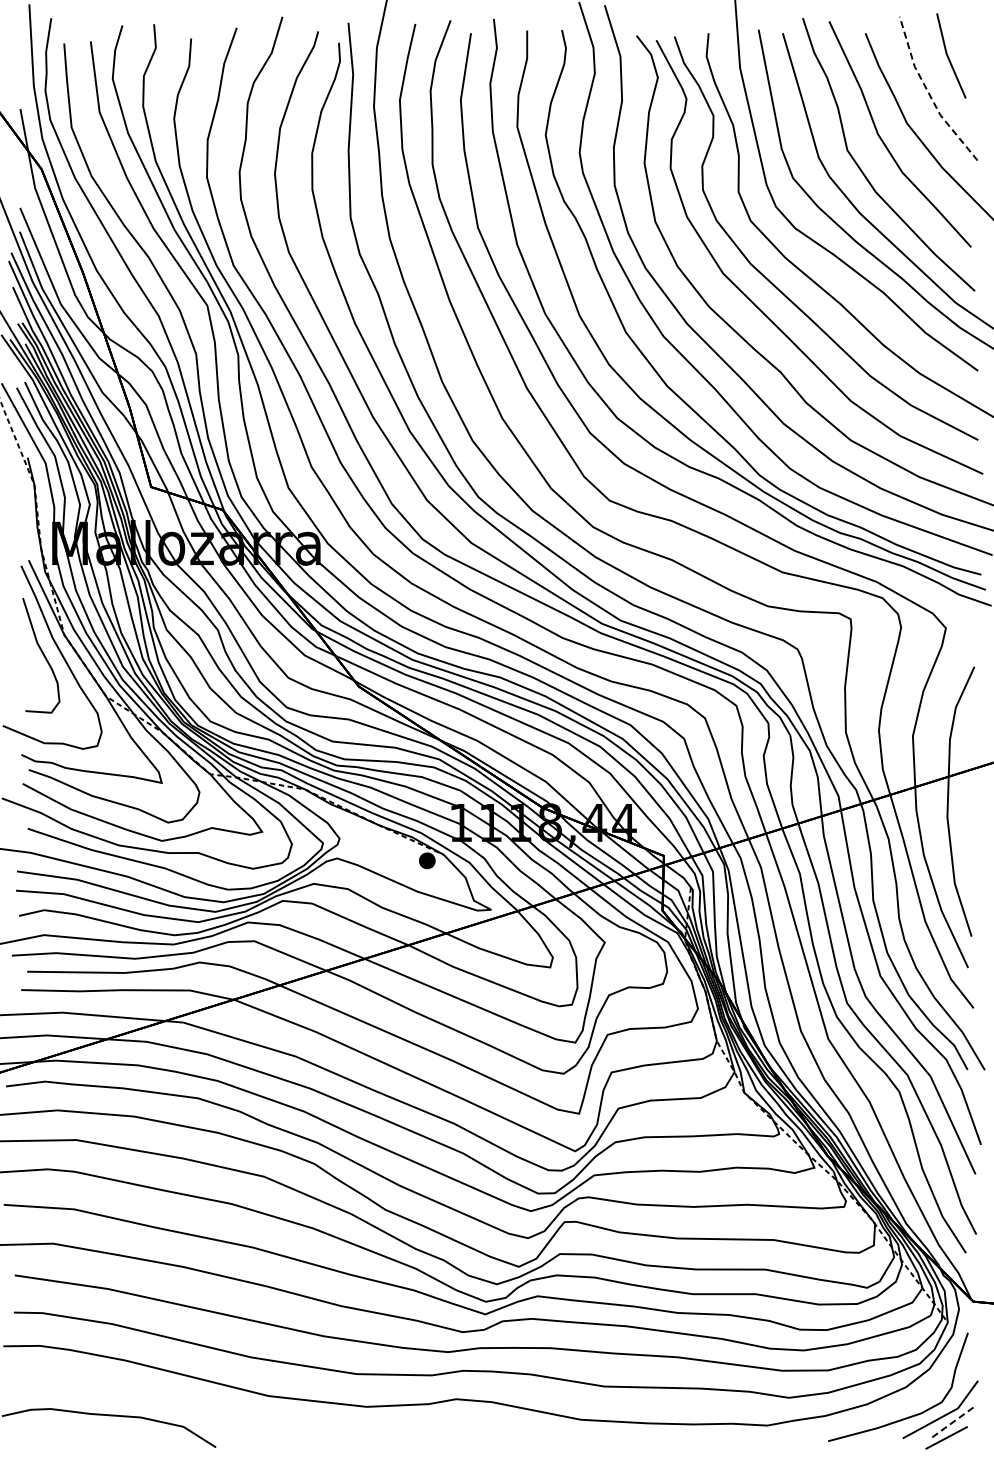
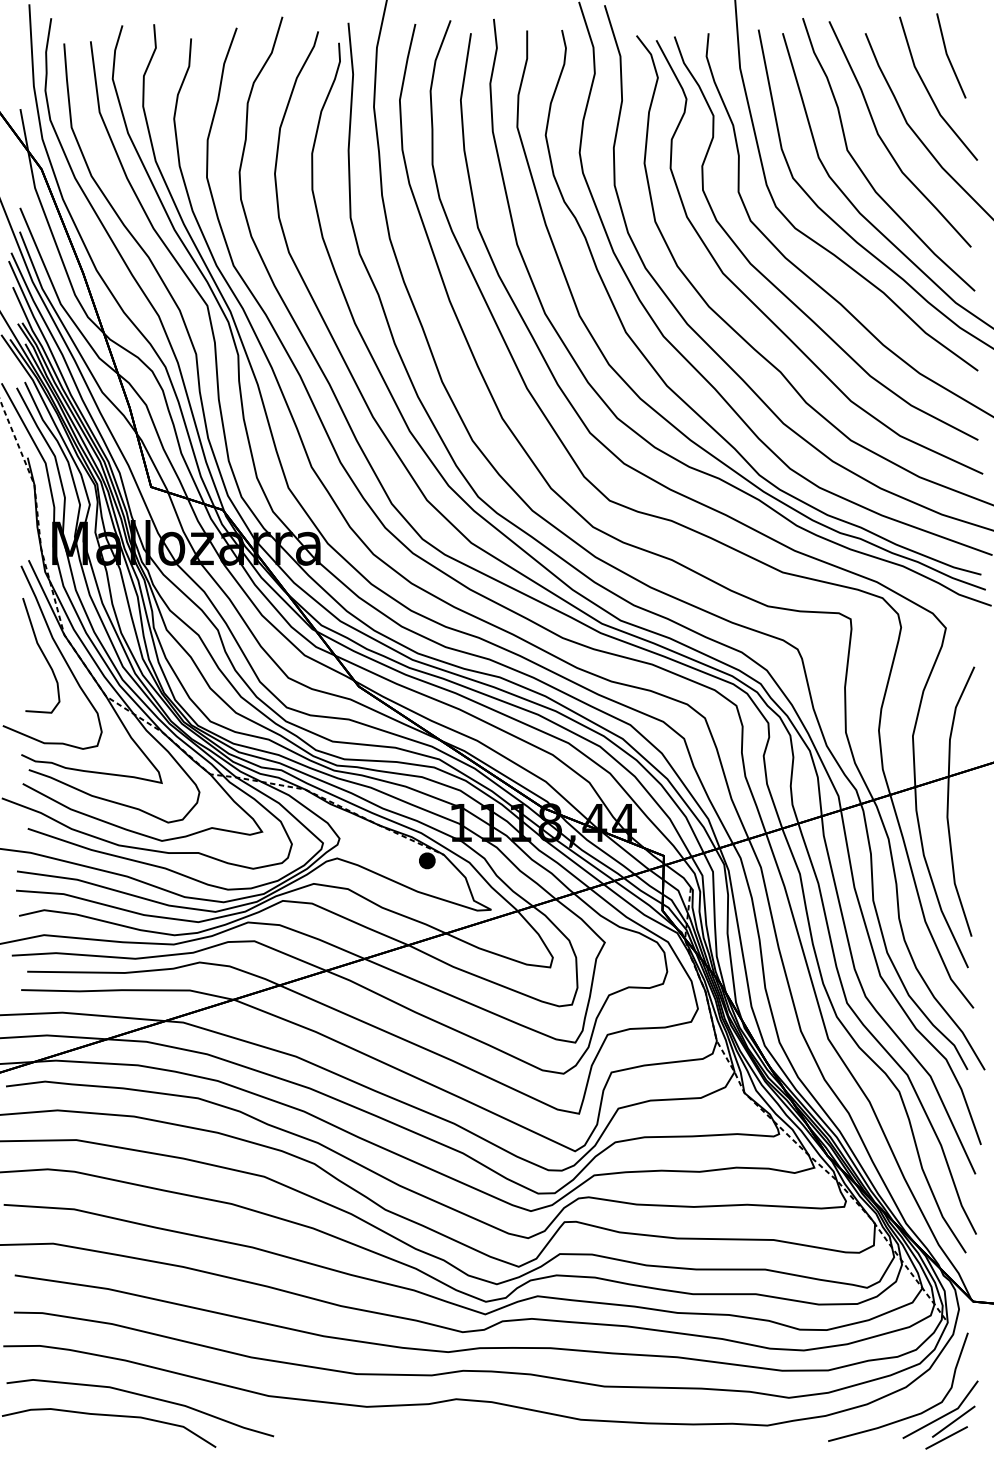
line at (929, 93): dashed -> solid
curve at (141, 1396): none -> present
line at (953, 1421): dashed -> solid
